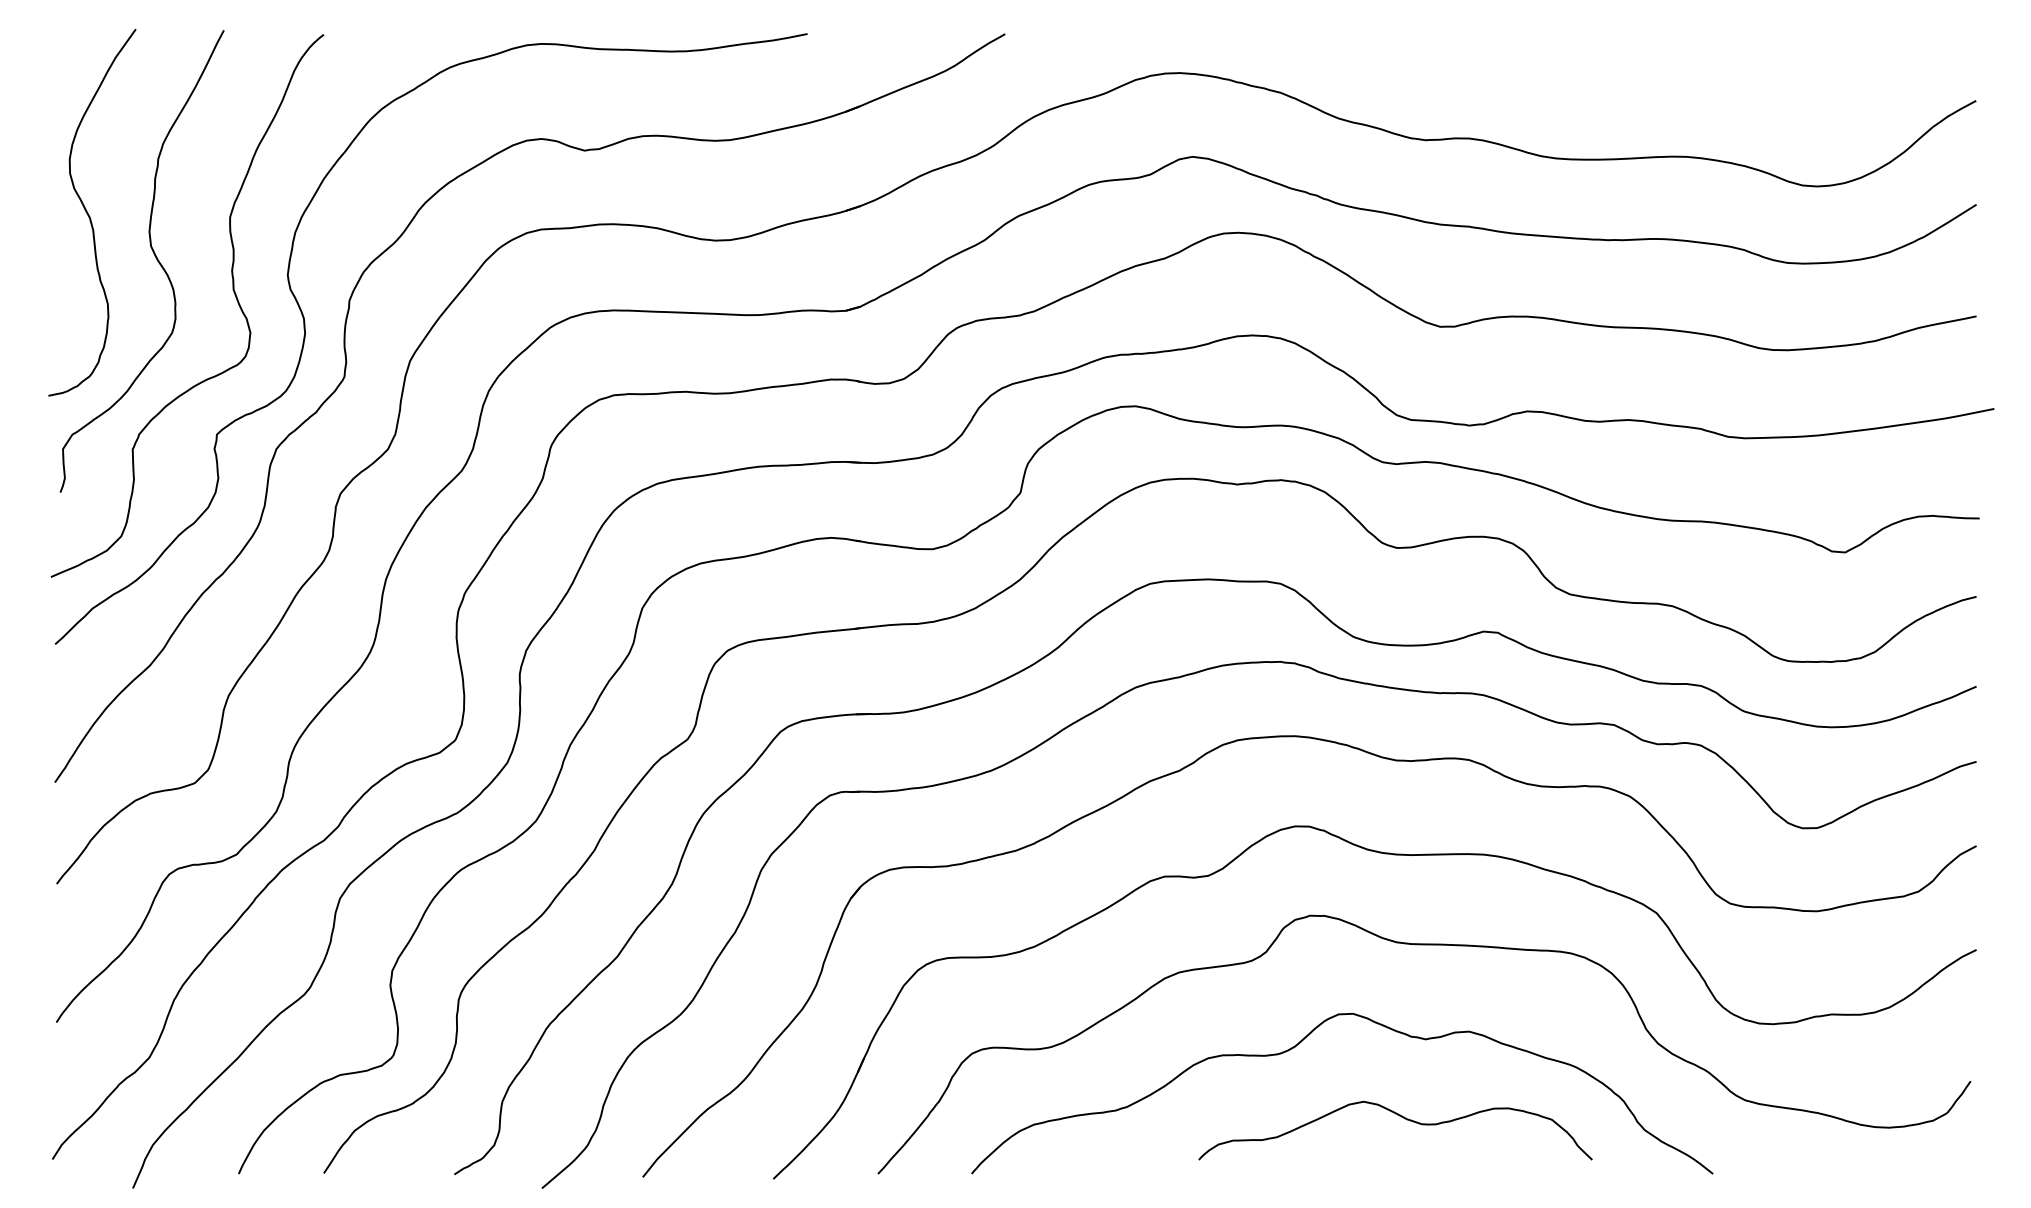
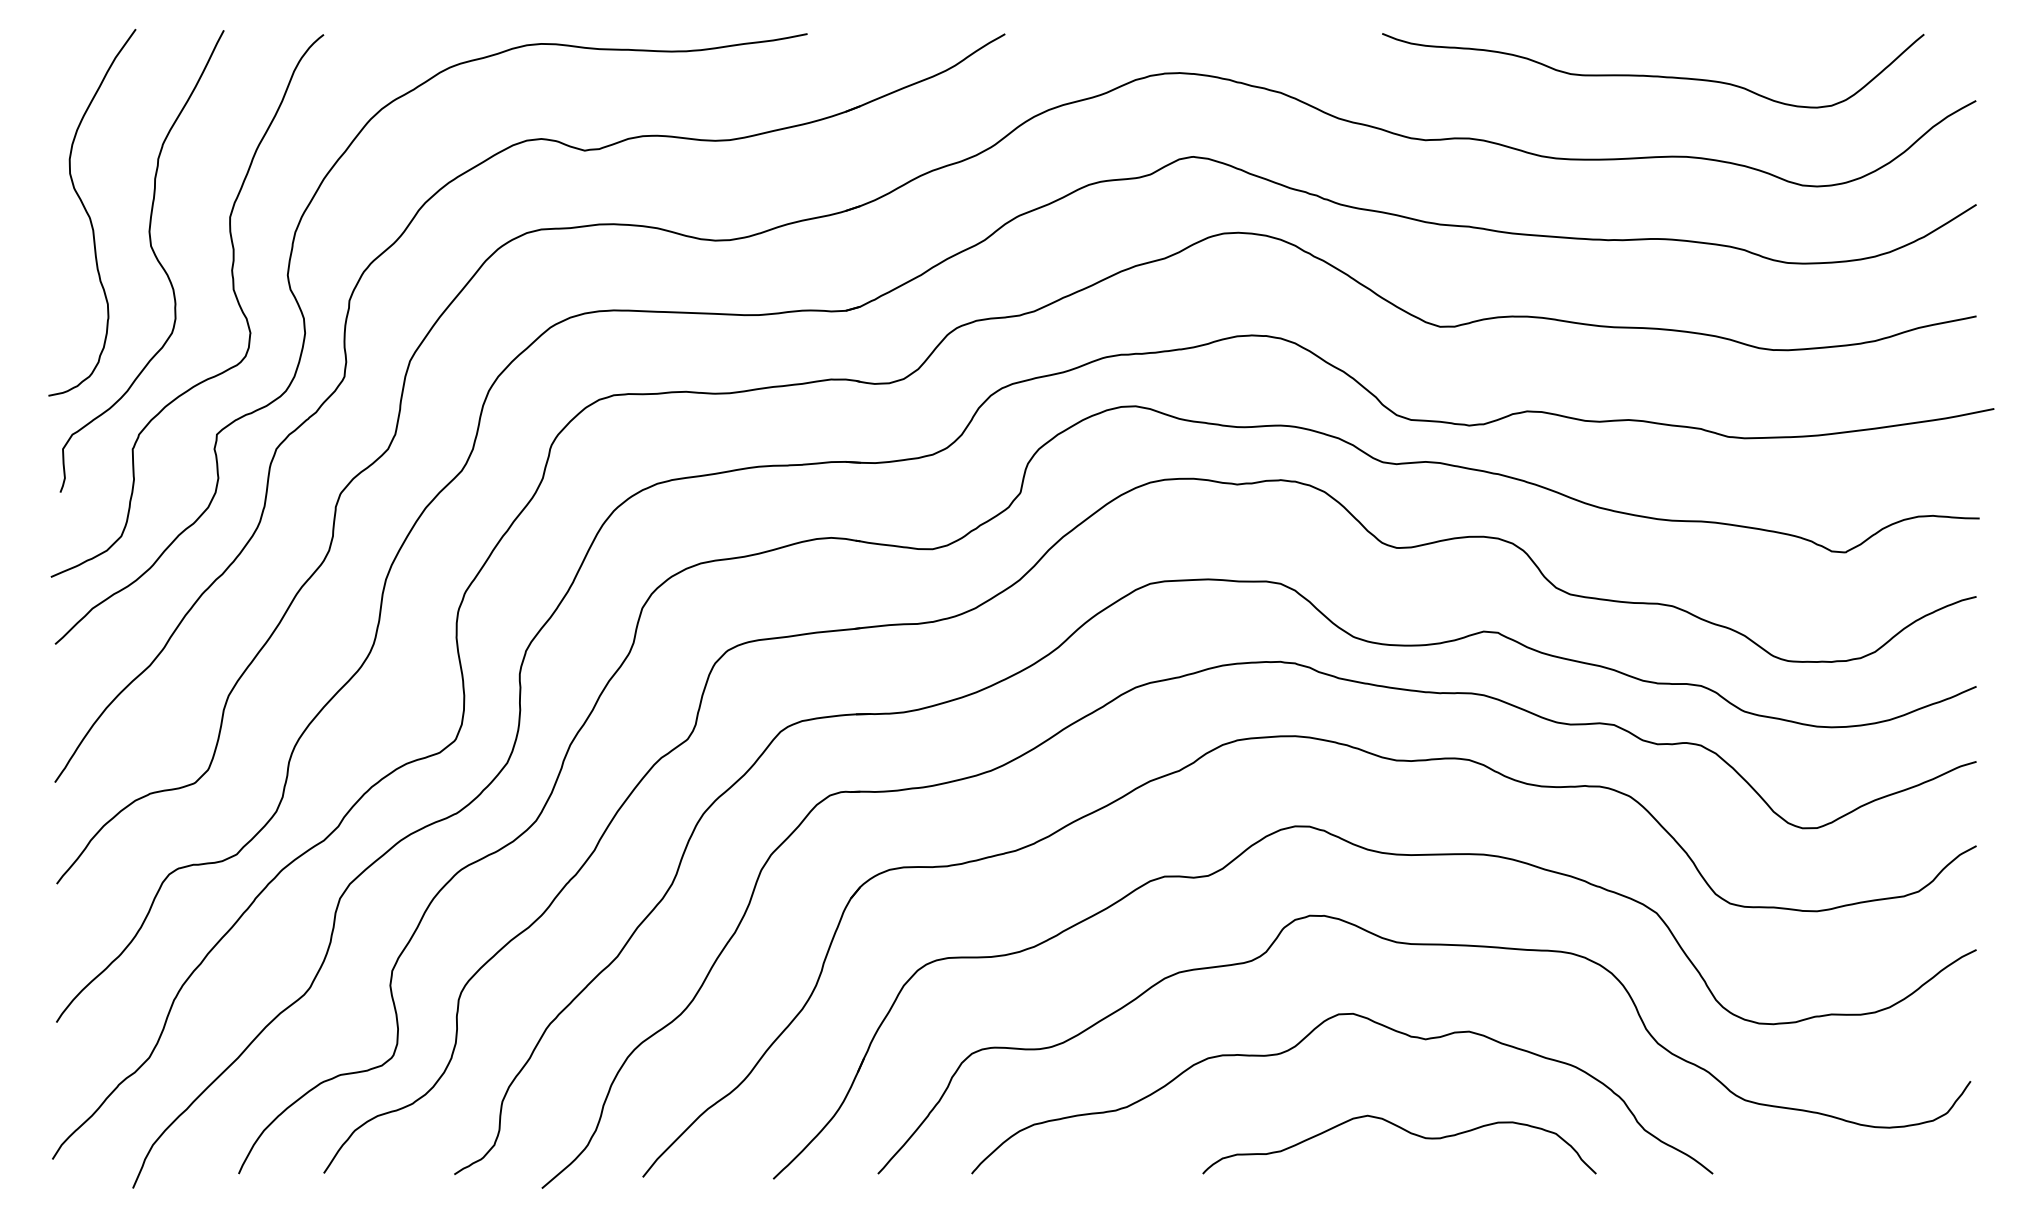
curve at (1653, 75): none -> present
curve at (1401, 1117) position: (1401, 1117) -> (1405, 1131)
